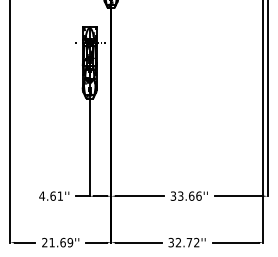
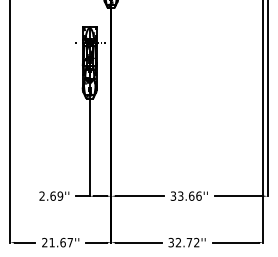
text at (51, 195): 4.61'' -> 2.69''
text at (70, 242): 21.69'' -> 21.67''
